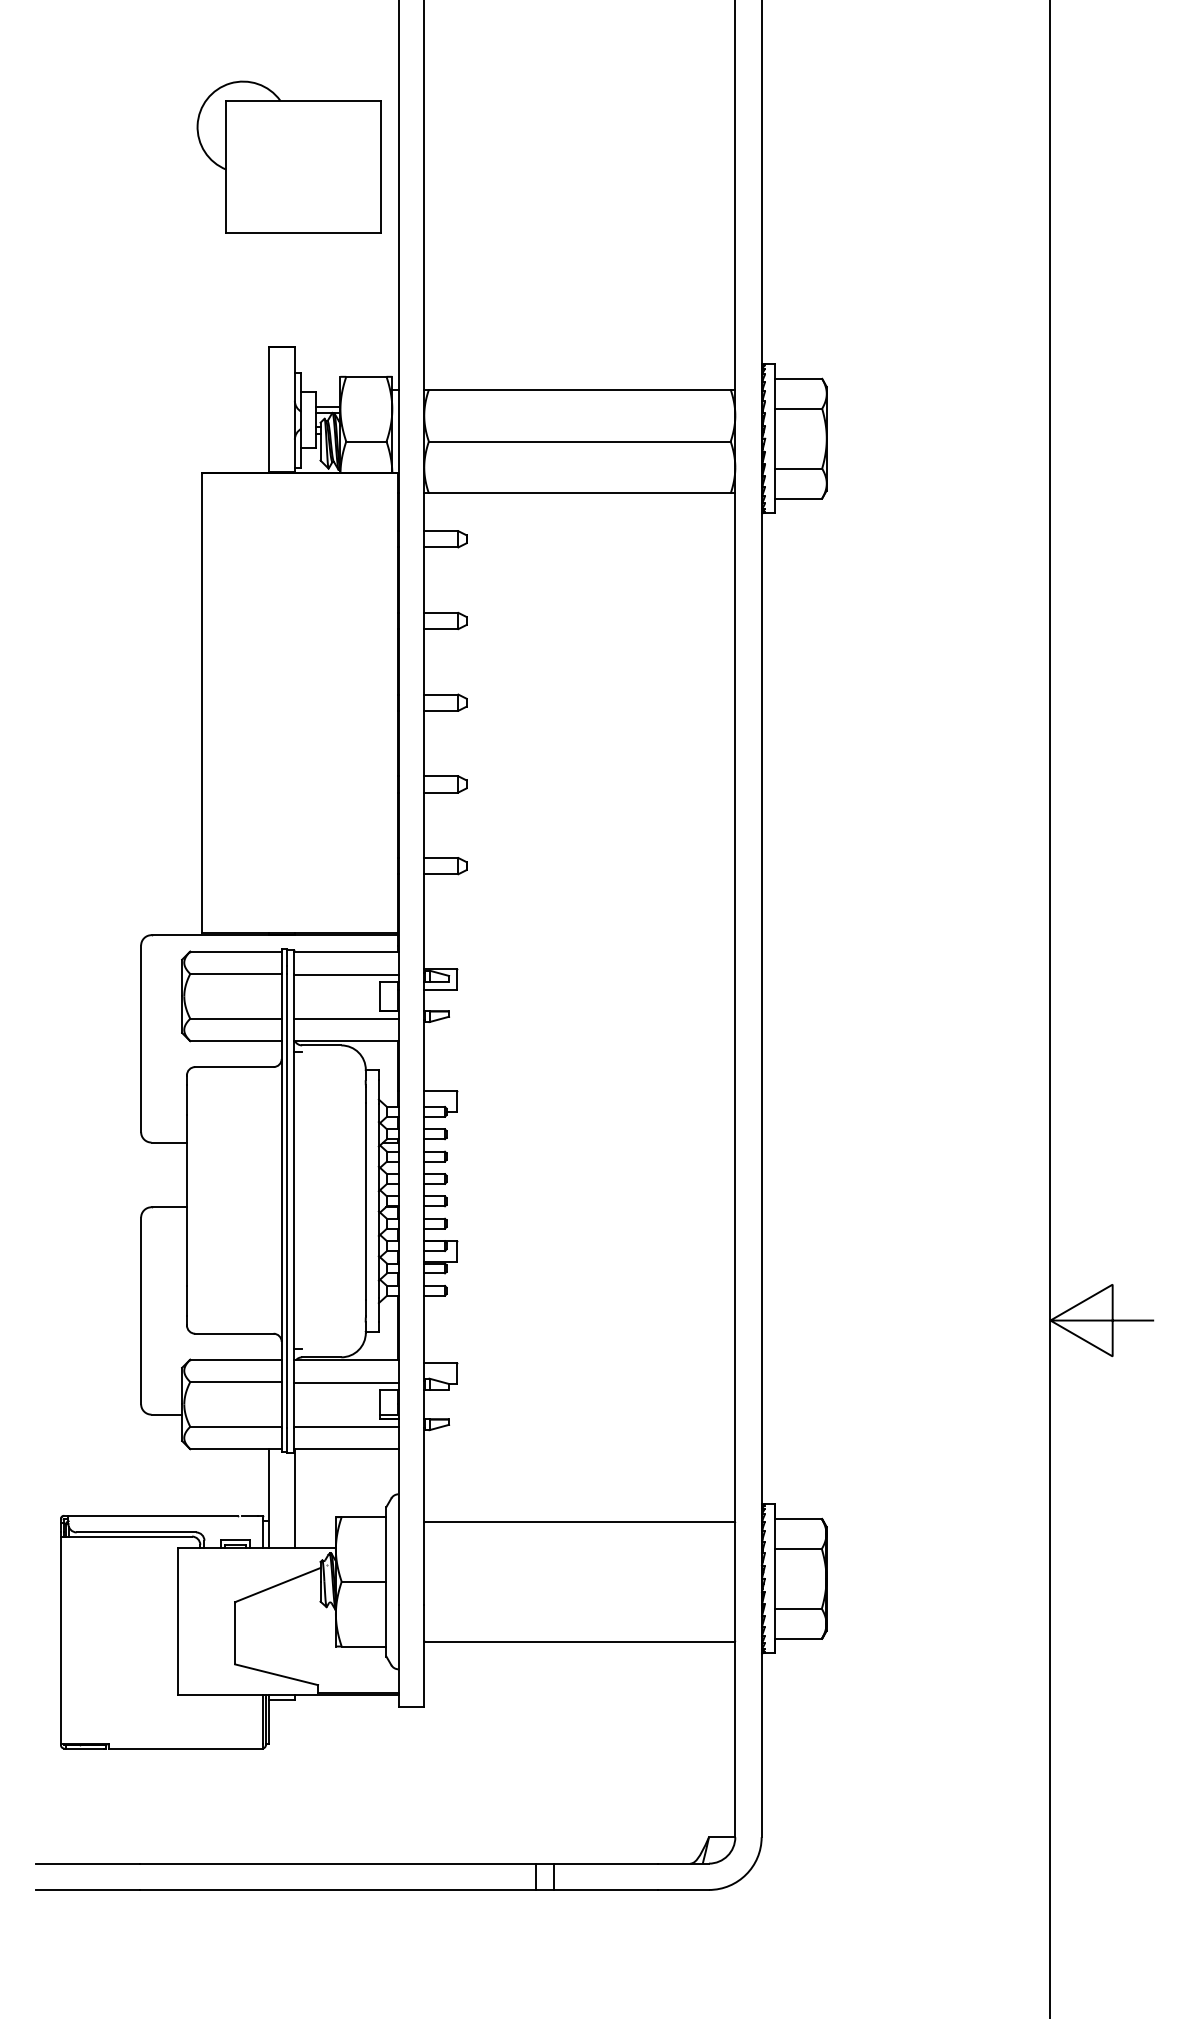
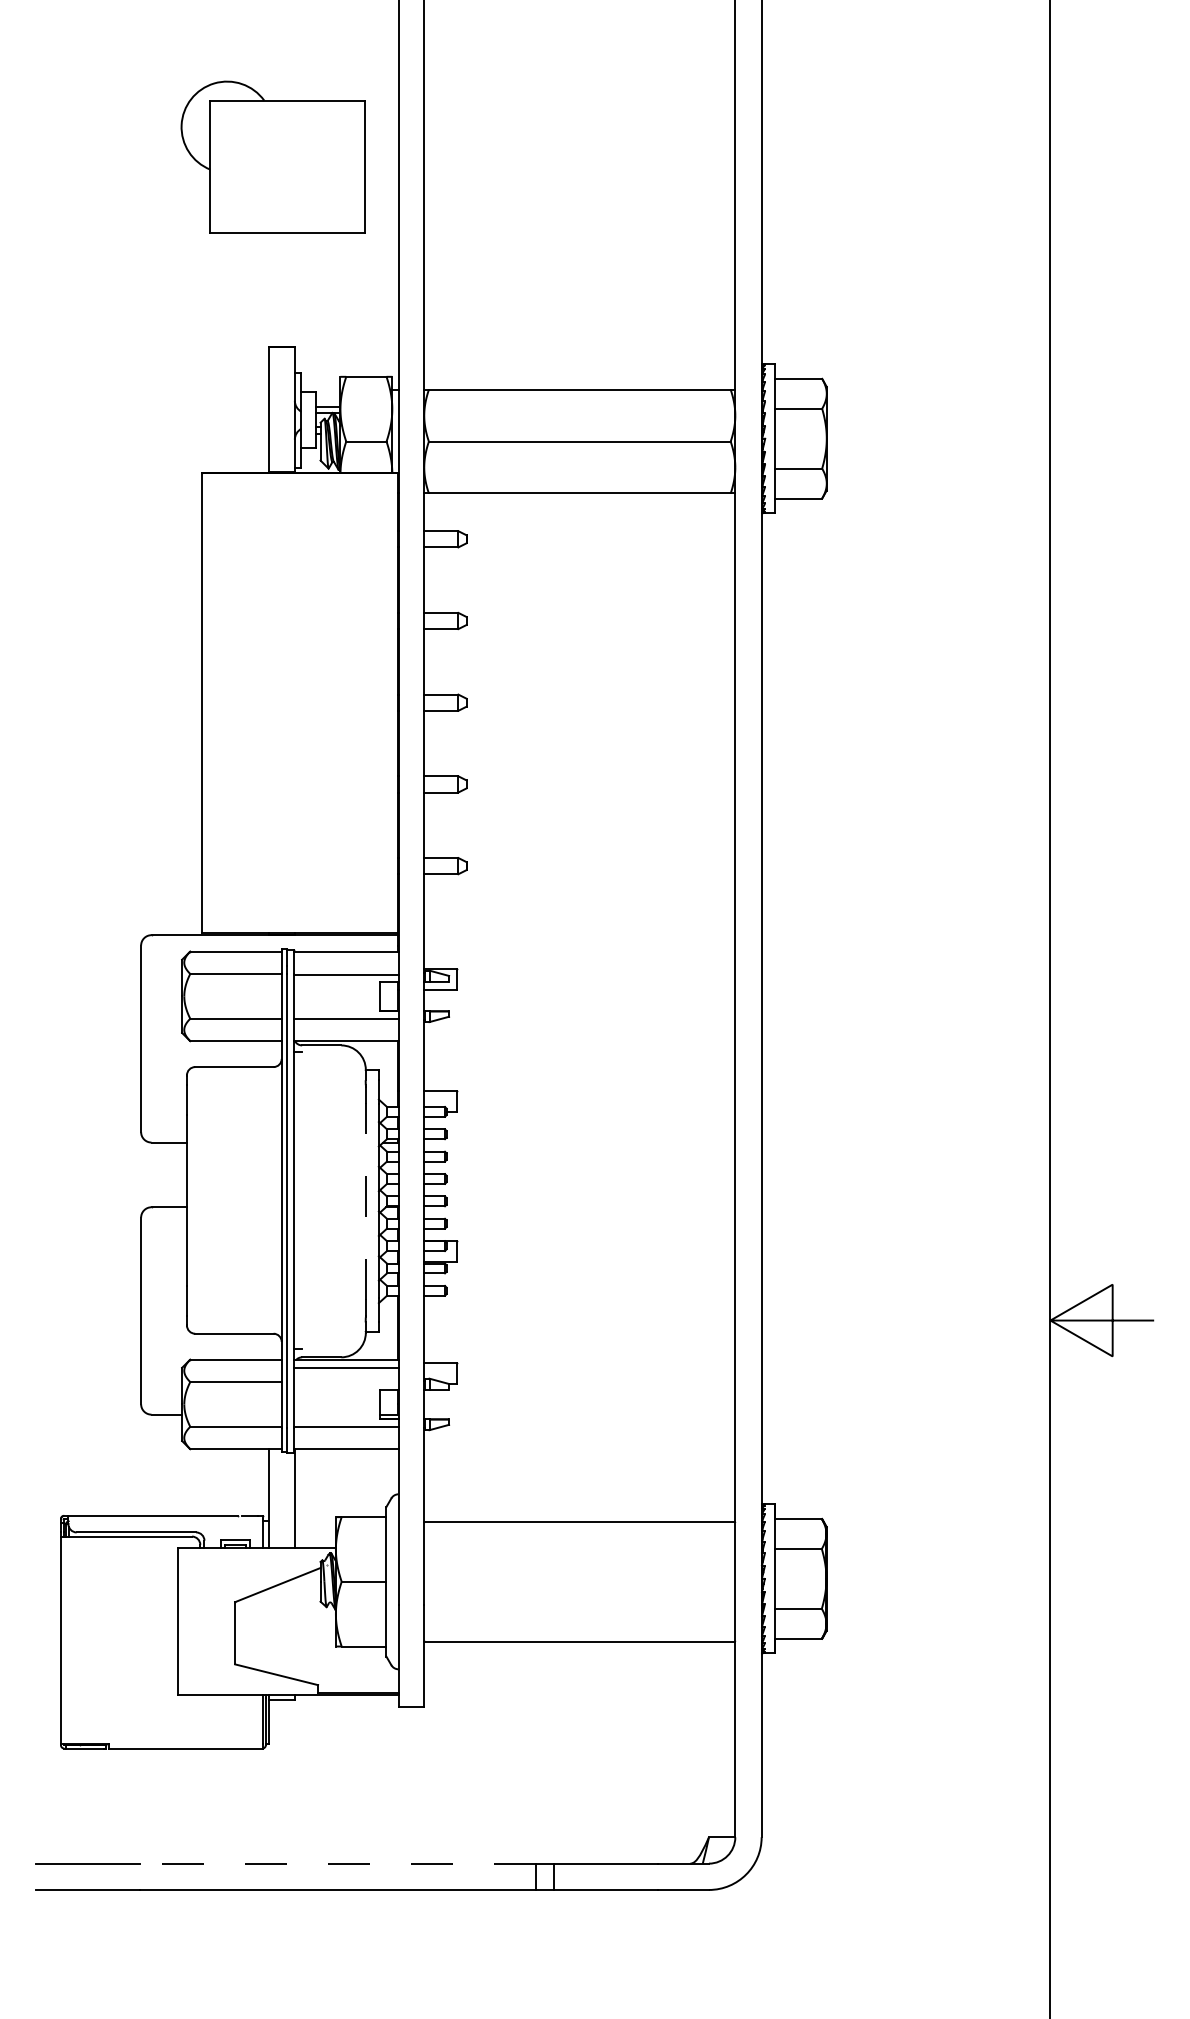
part at (288, 156) position: (288, 156) -> (272, 156)
line at (365, 1201): solid -> dashed
line at (345, 1383) position: (345, 1383) -> (345, 1368)
line at (337, 1863): solid -> dashed
